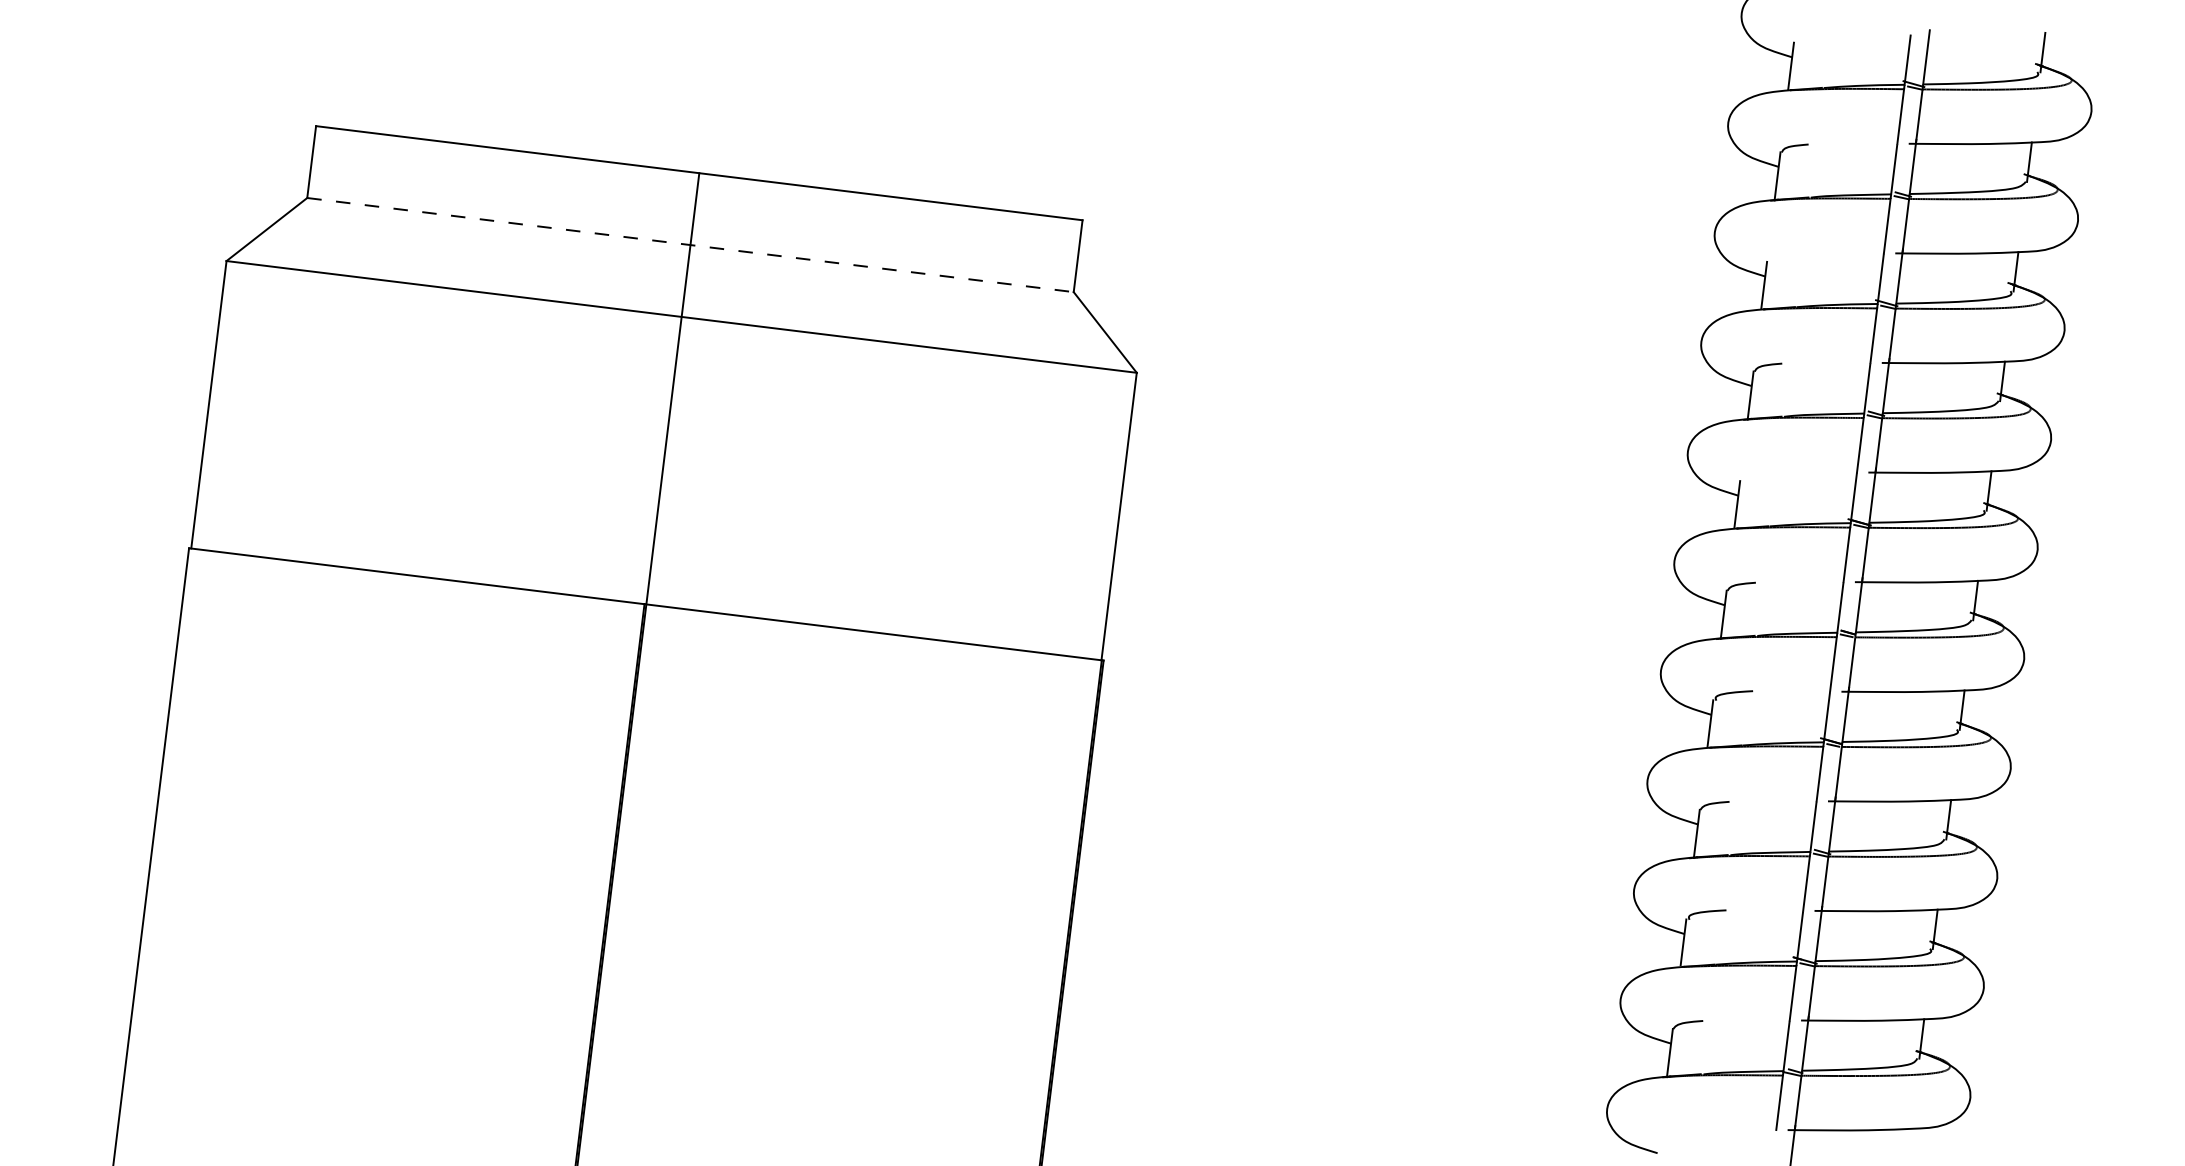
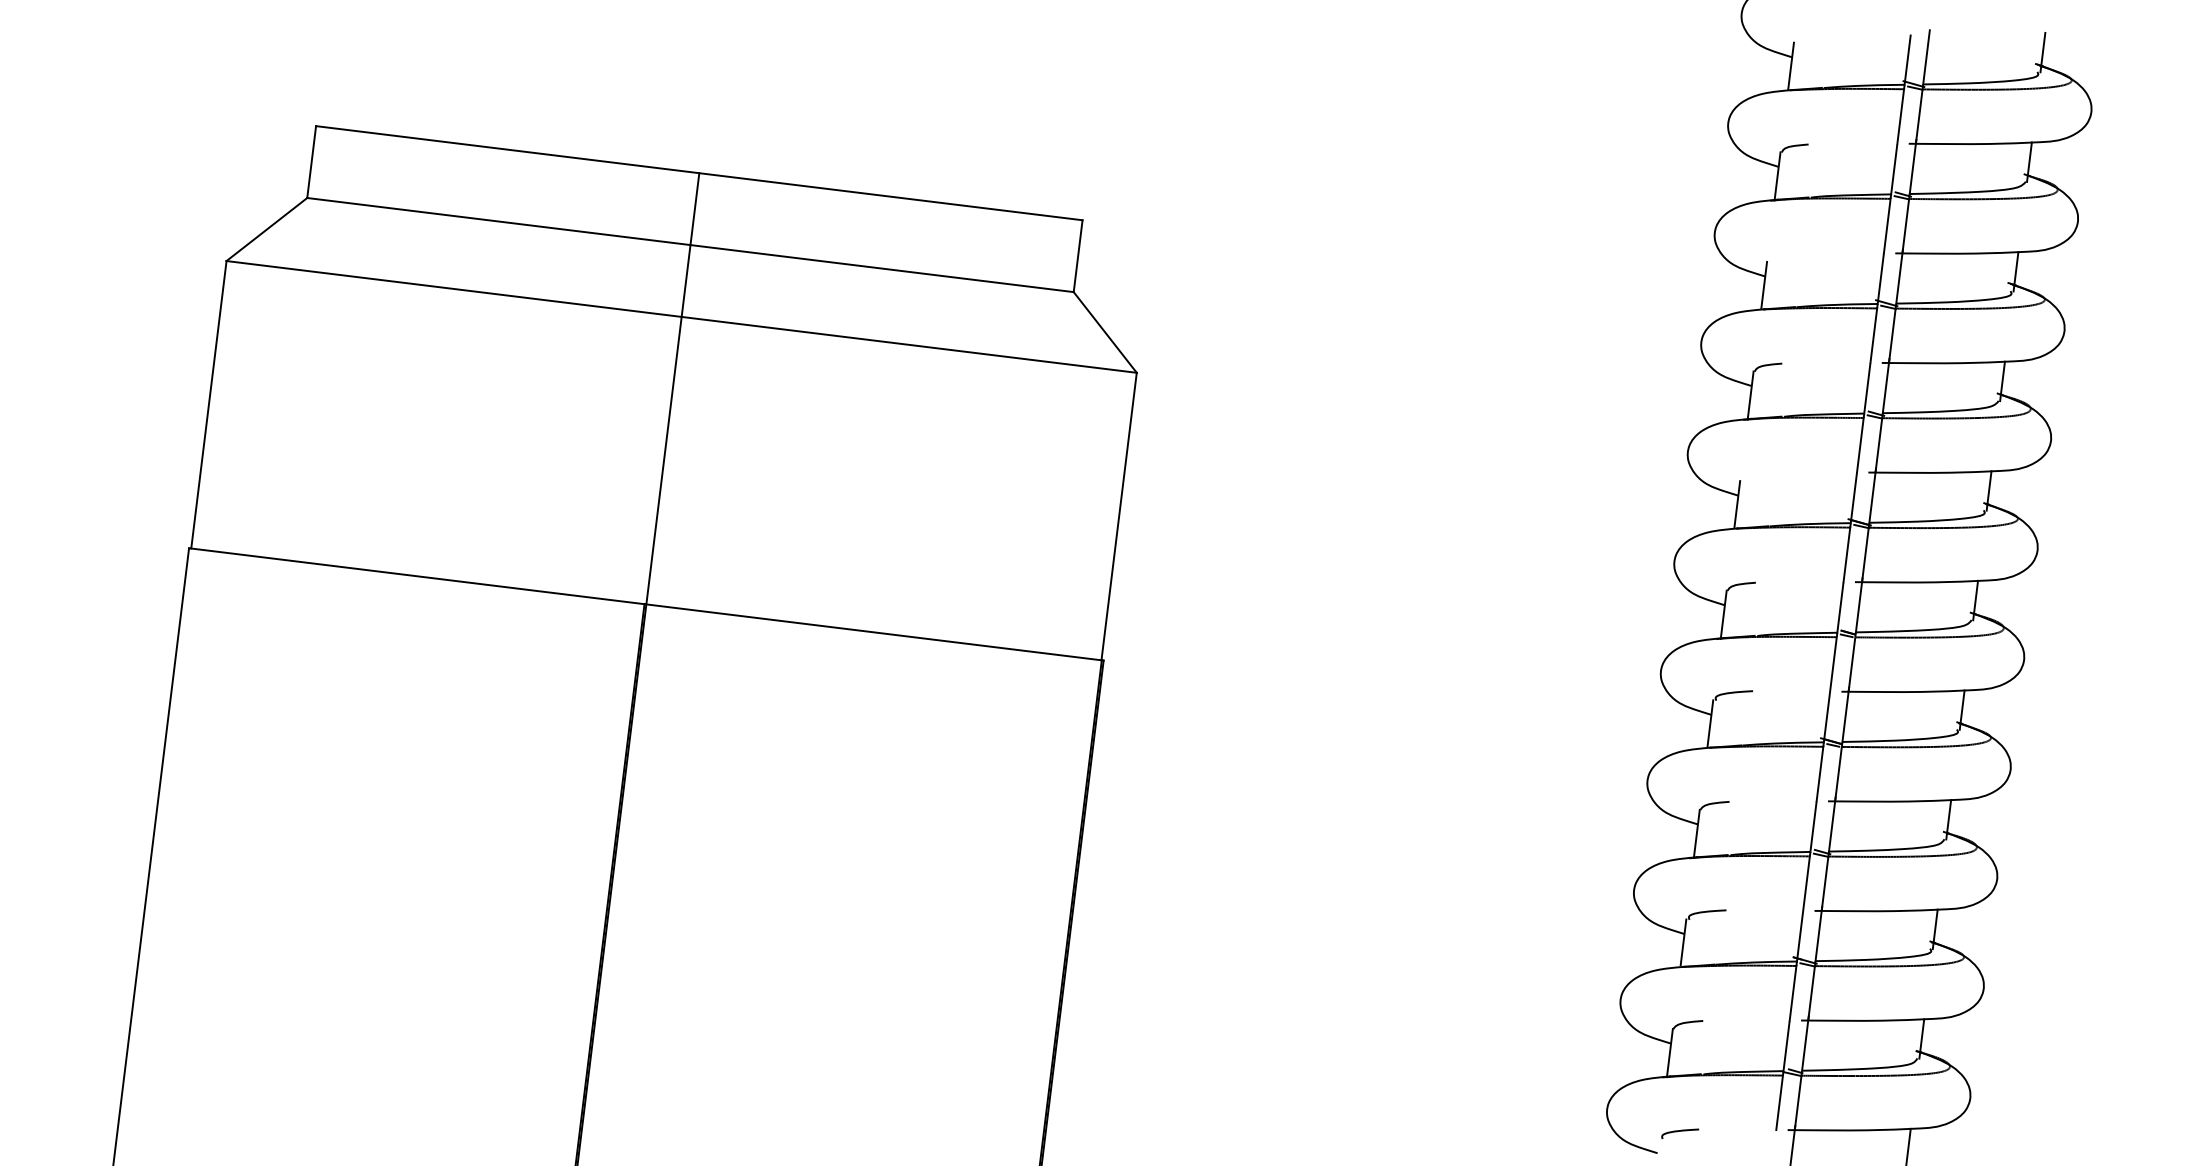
line at (690, 245): dashed -> solid
curve at (1680, 1131): none -> present
line at (1908, 1145): none -> present
